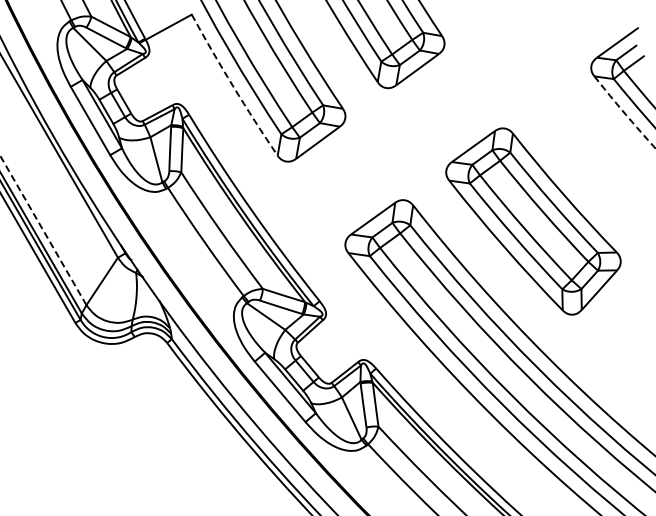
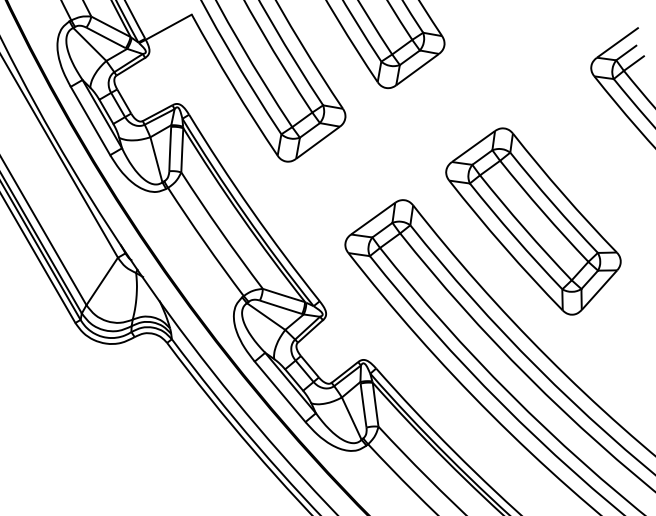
arc at (233, 86): dashed -> solid
arc at (624, 113): dashed -> solid
line at (43, 230): dashed -> solid
